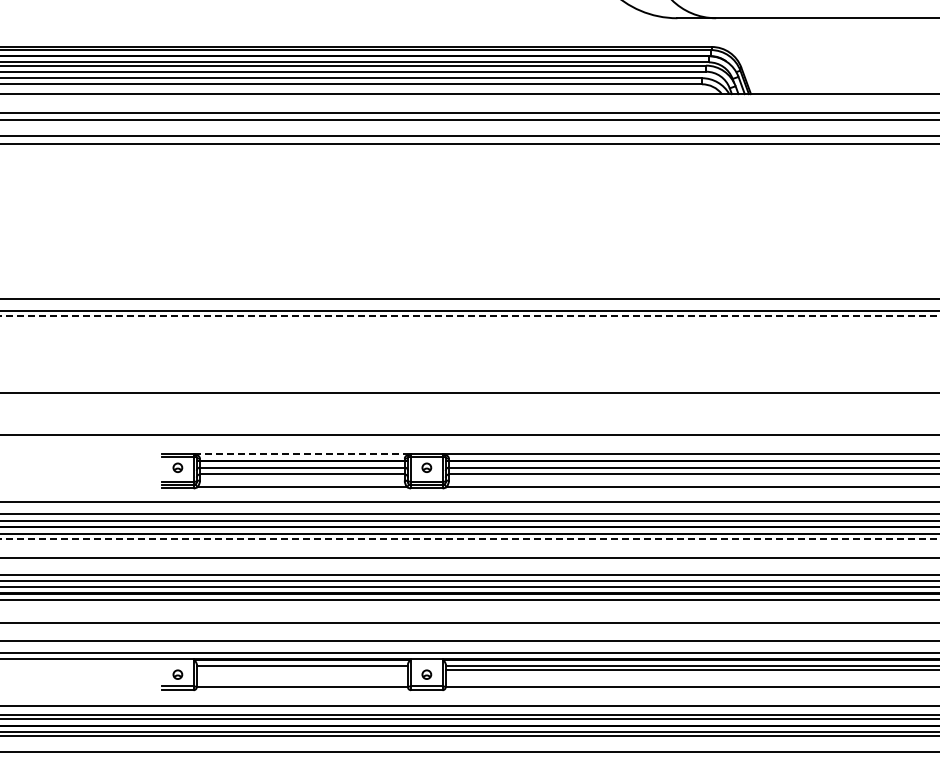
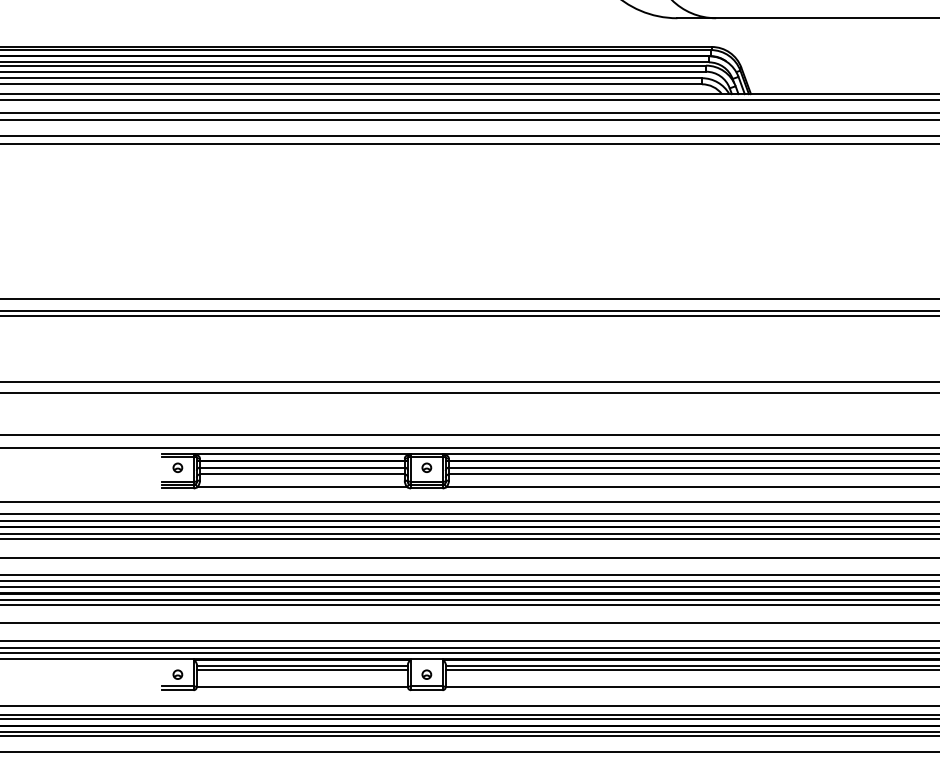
line at (469, 100): none -> present
line at (469, 315): dashed -> solid
line at (469, 382): none -> present
line at (469, 447): none -> present
line at (302, 454): dashed -> solid
line at (470, 539): dashed -> solid
line at (469, 604): none -> present
line at (469, 648): none -> present
line at (301, 670): none -> present
